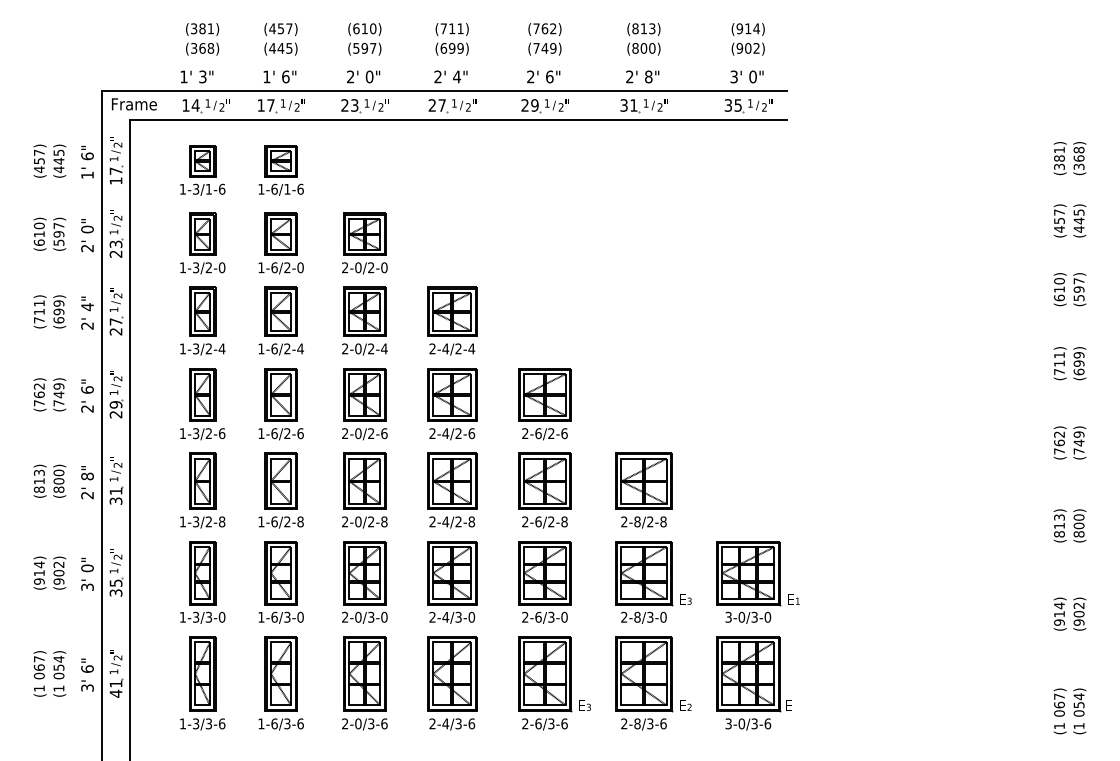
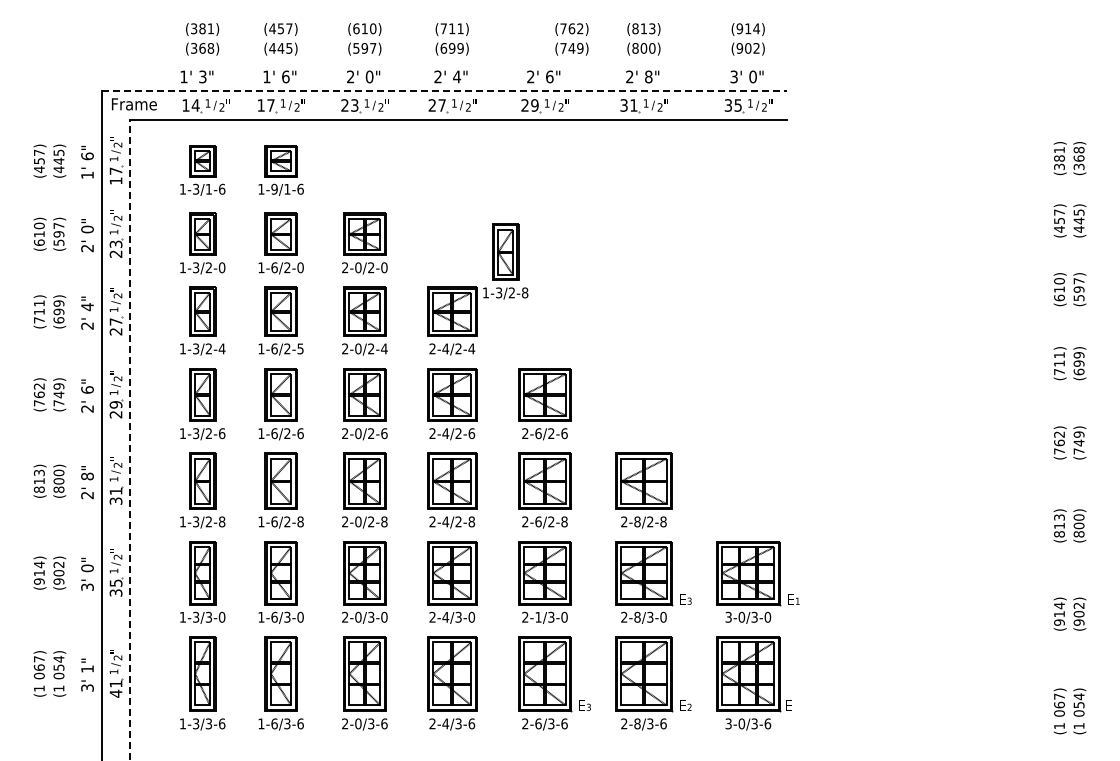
text at (544, 39) position: (544, 39) -> (571, 39)
line at (444, 91): solid -> dashed
text at (274, 188): 1-6/1-6 -> 1-9/1-6
part at (505, 261): none -> present
text at (300, 348): 1-6/2-4 -> 1-6/2-5
line at (130, 439): solid -> dashed
text at (538, 616): 2-6/3-0 -> 2-1/3-0
text at (87, 668): 6" -> 1"
